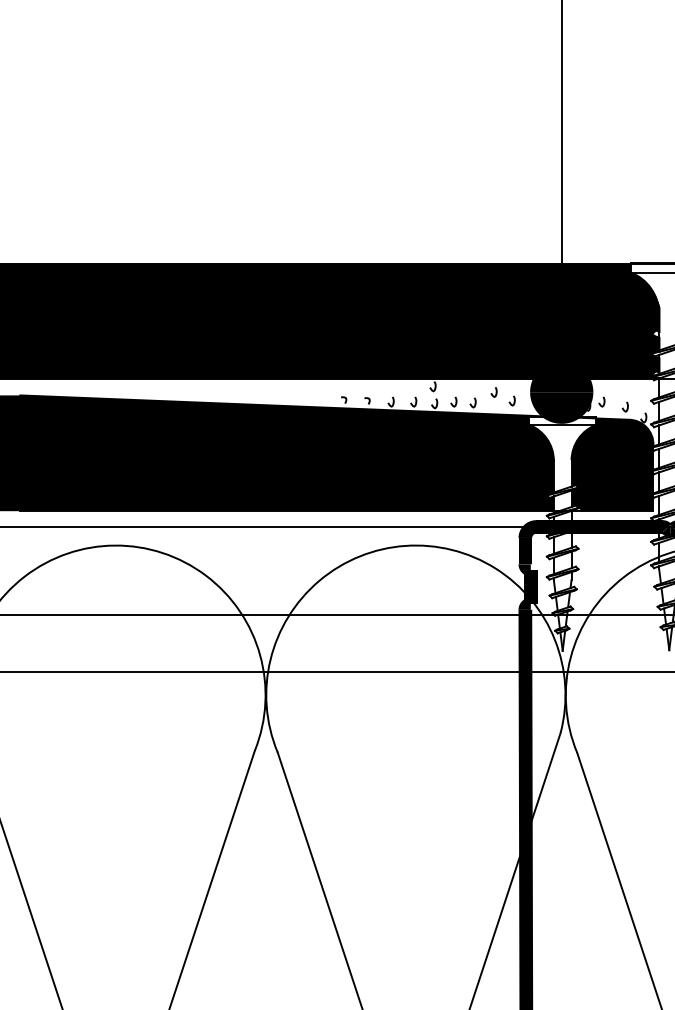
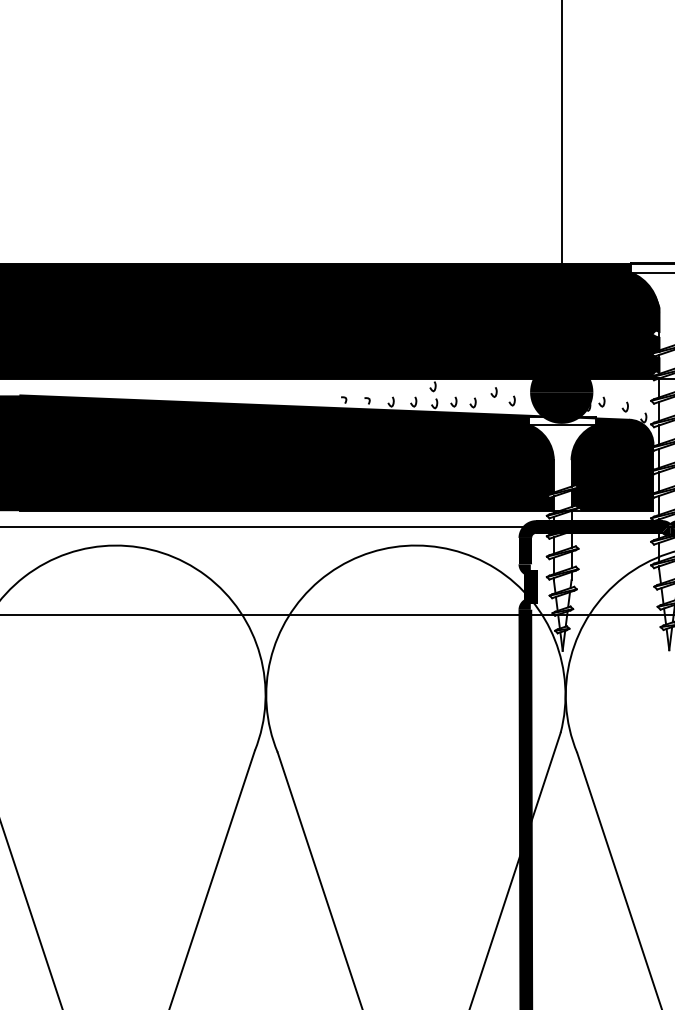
line at (336, 672): present -> none
